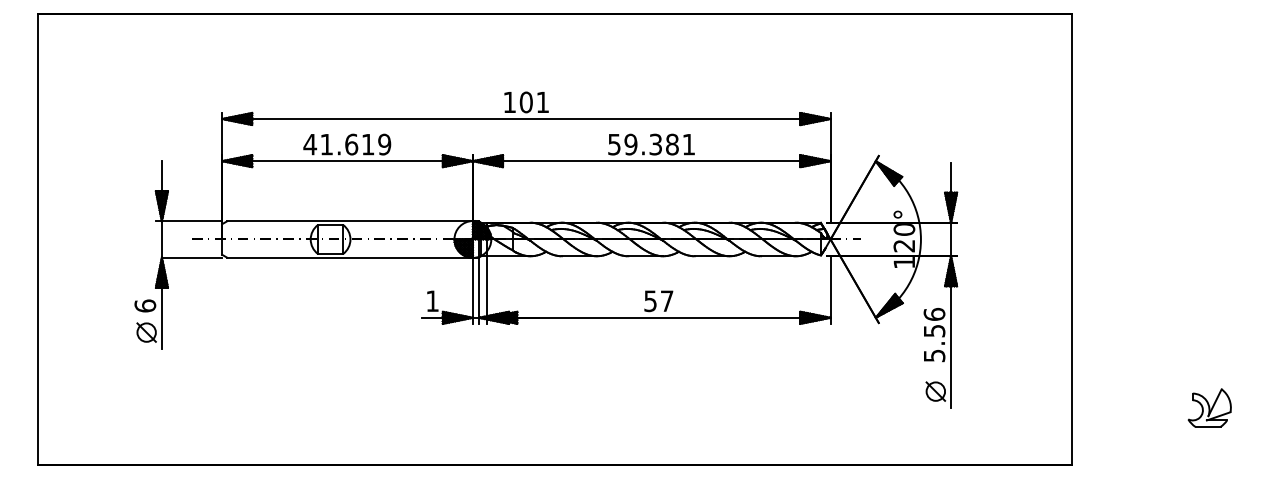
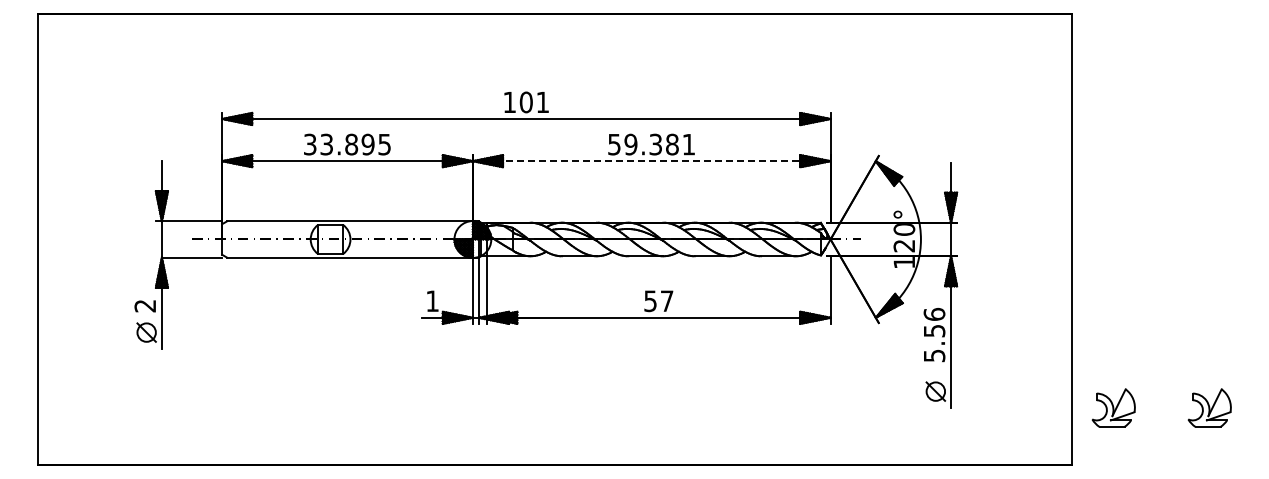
text at (347, 144): 41.619 -> 33.895
line at (651, 161): solid -> dashed
text at (145, 305): 6 -> 2
part at (1113, 407): none -> present
